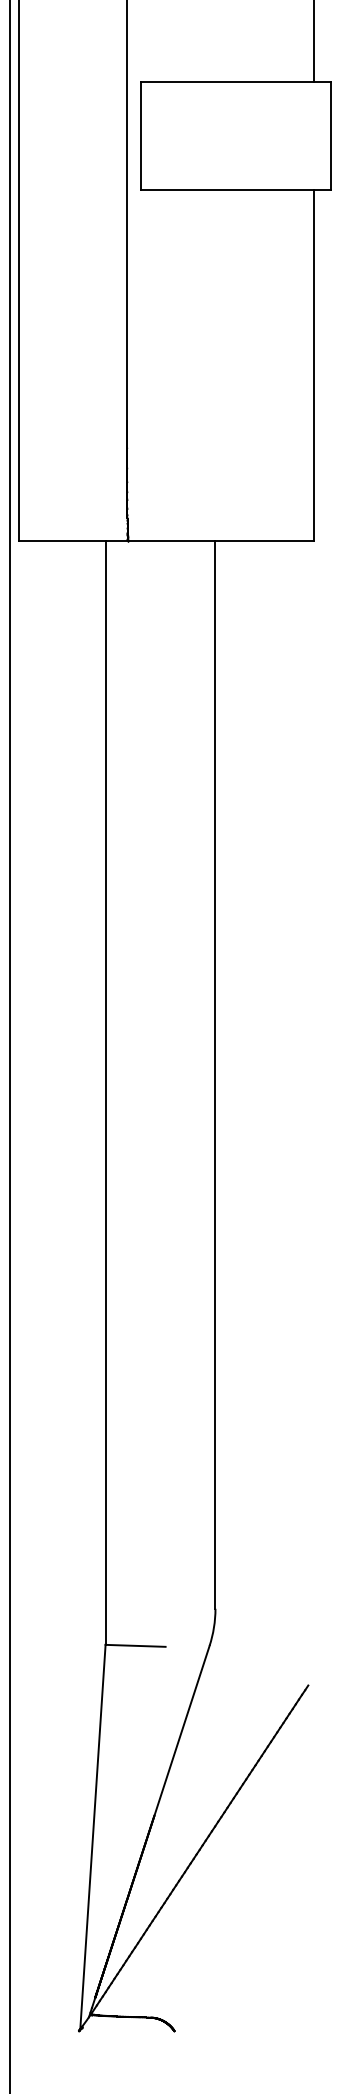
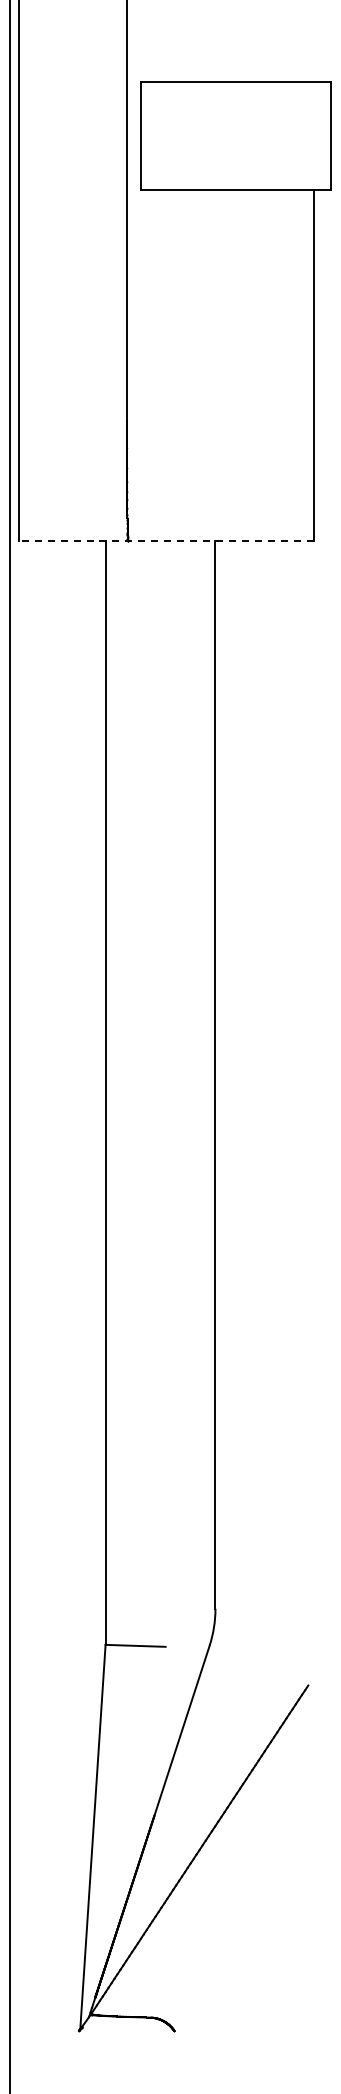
line at (313, 41): present -> none
line at (166, 540): solid -> dashed
